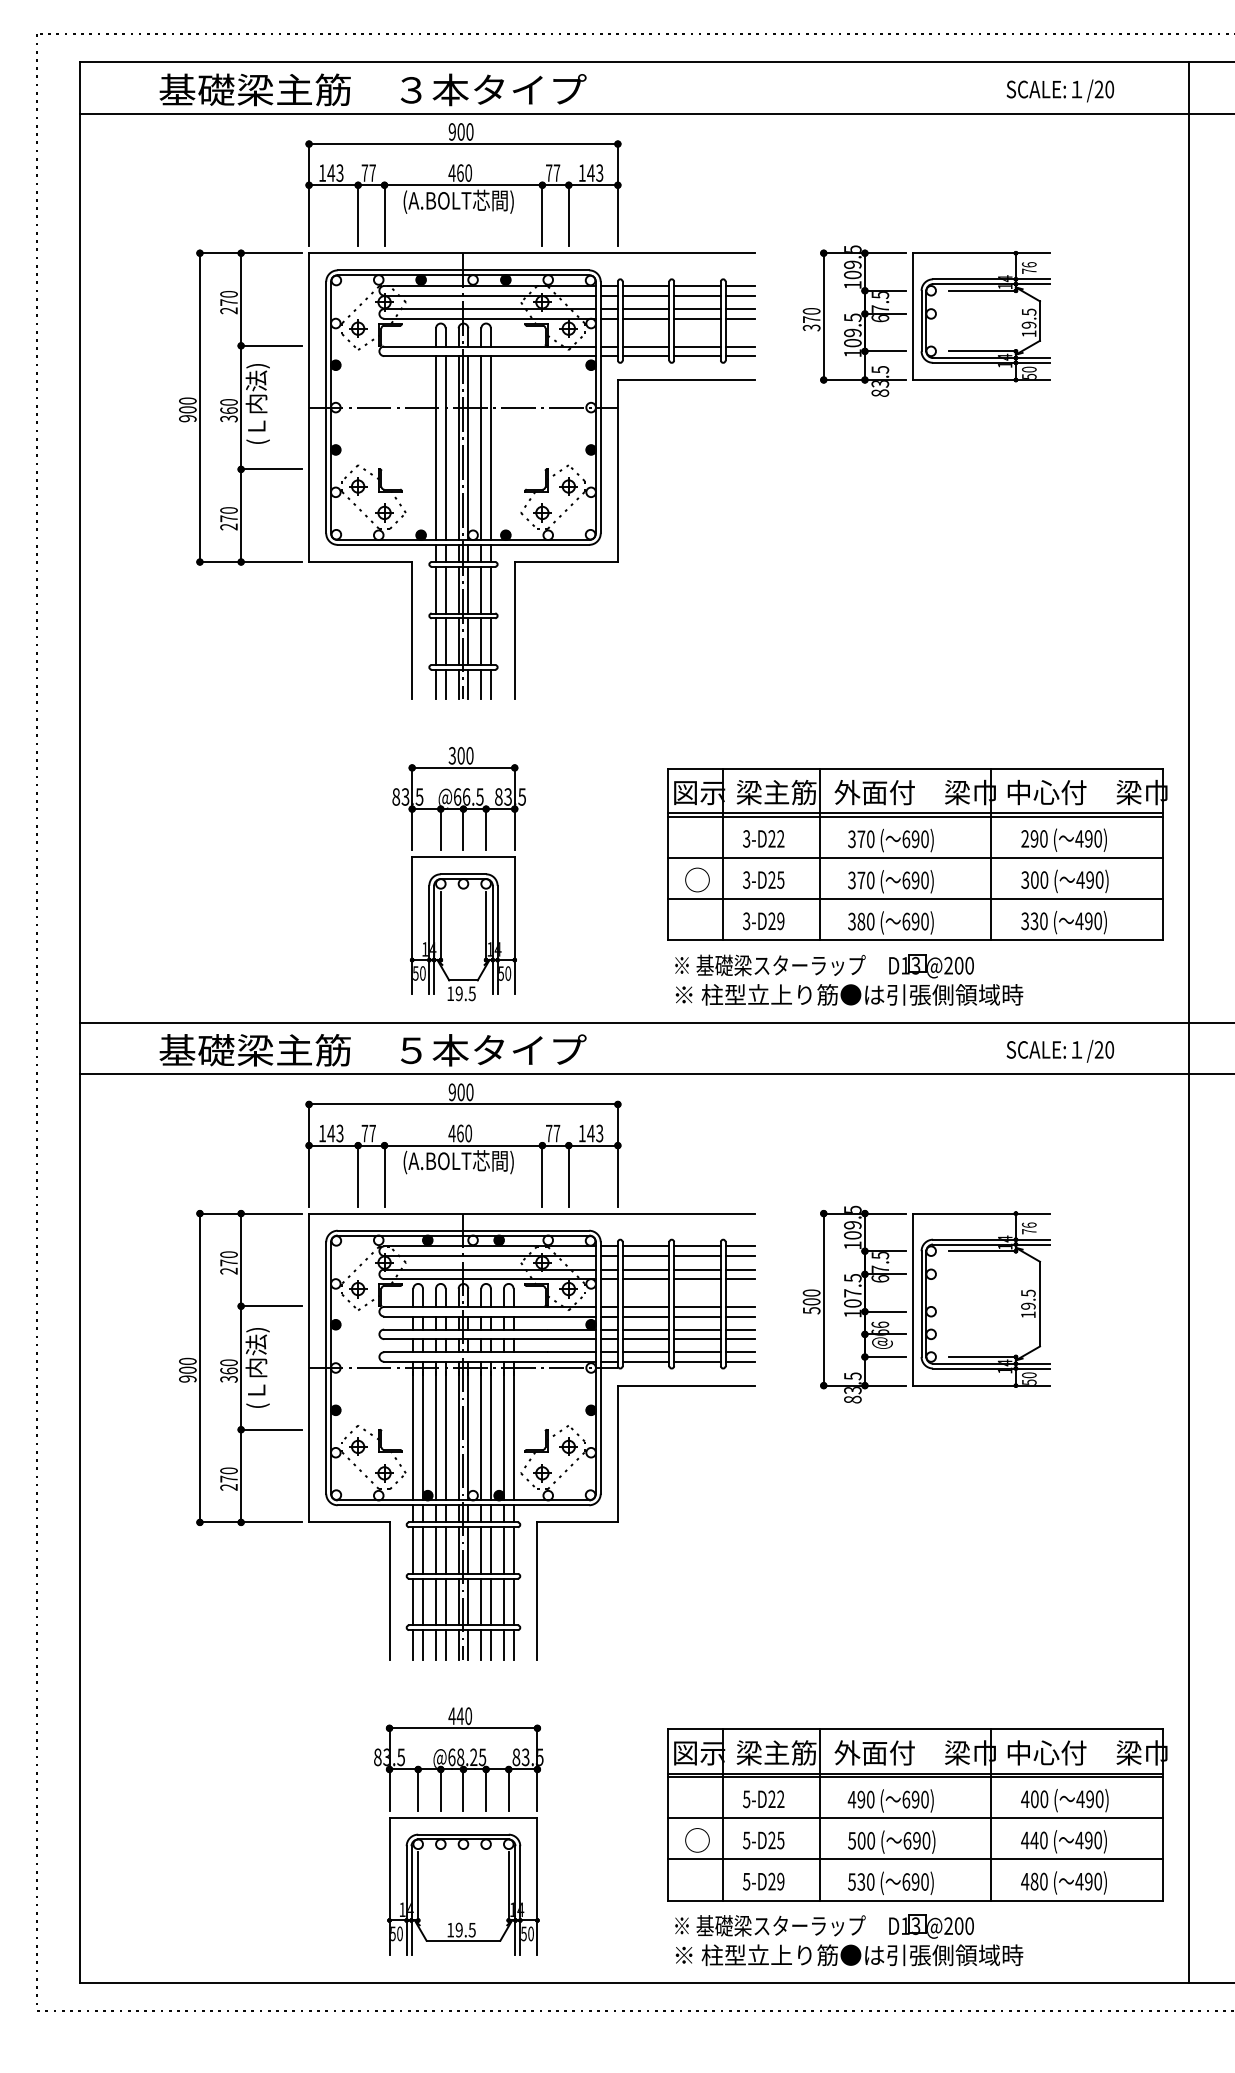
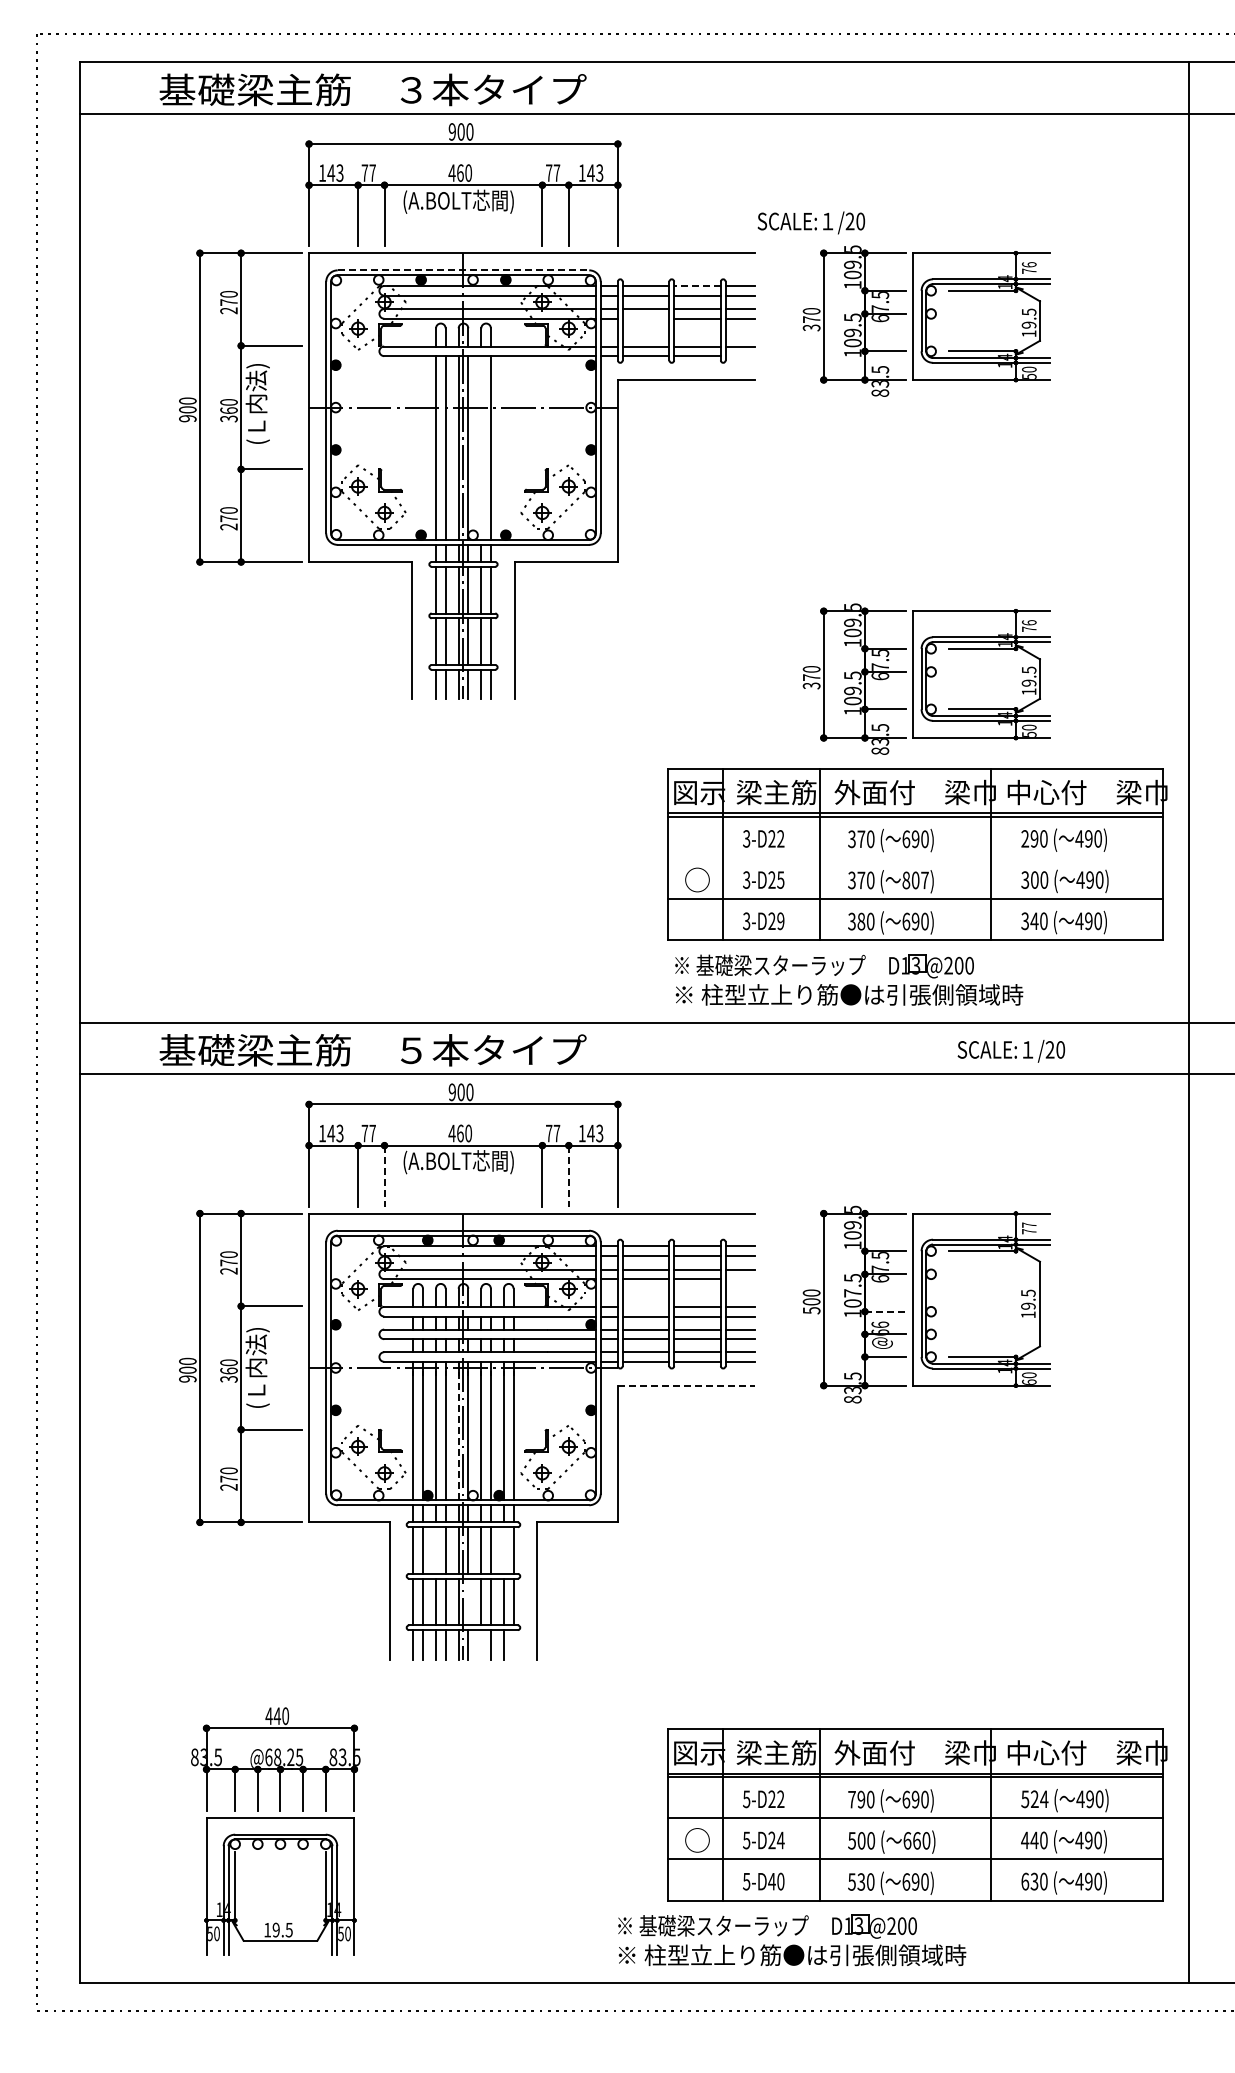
text at (1060, 90) position: (1060, 90) -> (811, 222)
line at (463, 270): solid -> dashed
line at (697, 286): solid -> dashed
line at (645, 318): present -> none
line at (740, 356): present -> none
line at (481, 448): present -> none
part at (926, 678): none -> present
line at (915, 857): present -> none
part at (458, 874): present -> none
text at (915, 880): 690) -> 807)
text at (1034, 921): 330 -> 340
text at (1059, 1051) position: (1059, 1051) -> (1010, 1051)
line at (384, 1176): solid -> dashed
line at (568, 1176): solid -> dashed
text at (1028, 1224): 76 -> 77
line at (740, 1279): present -> none
line at (645, 1306): present -> none
line at (885, 1311): solid -> dashed
text at (1029, 1381): 50 -> 60
line at (686, 1385): solid -> dashed
line at (458, 1436): solid -> dashed
line at (436, 1550): present -> none
line at (503, 1550): present -> none
line at (468, 1601): present -> none
line at (481, 1644): present -> none
line at (513, 1644): present -> none
text at (851, 1799): 490 -> 790
text at (1034, 1799): 400 -> 524
part at (458, 1831) position: (458, 1831) -> (275, 1831)
text at (780, 1840): 5-D25 -> 5-D24
text at (916, 1840): 690) -> 660)
text at (776, 1881): 5-D29 -> 5-D40
text at (1029, 1881): 480 -> 630
part at (849, 1940) position: (849, 1940) -> (792, 1940)
